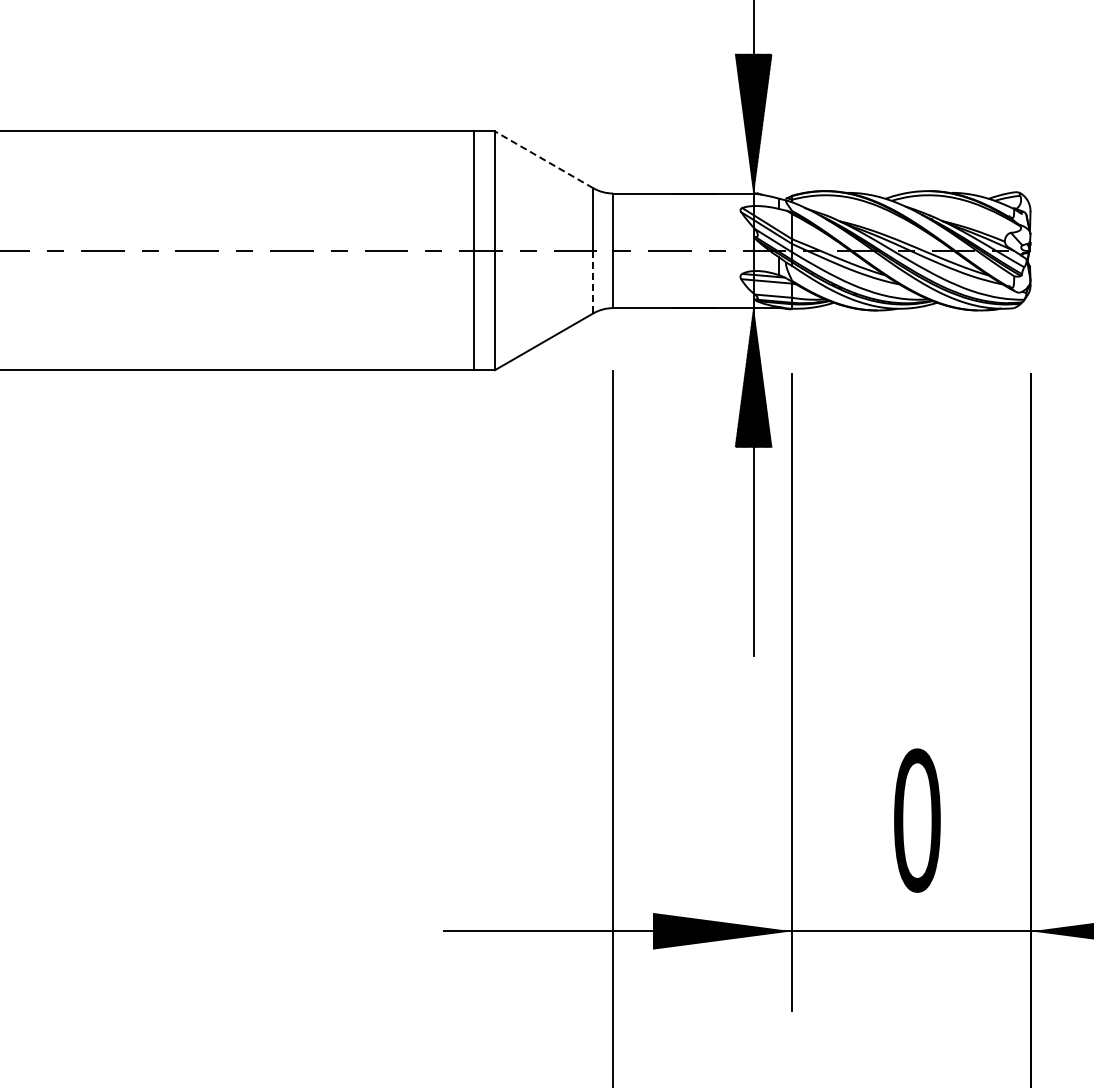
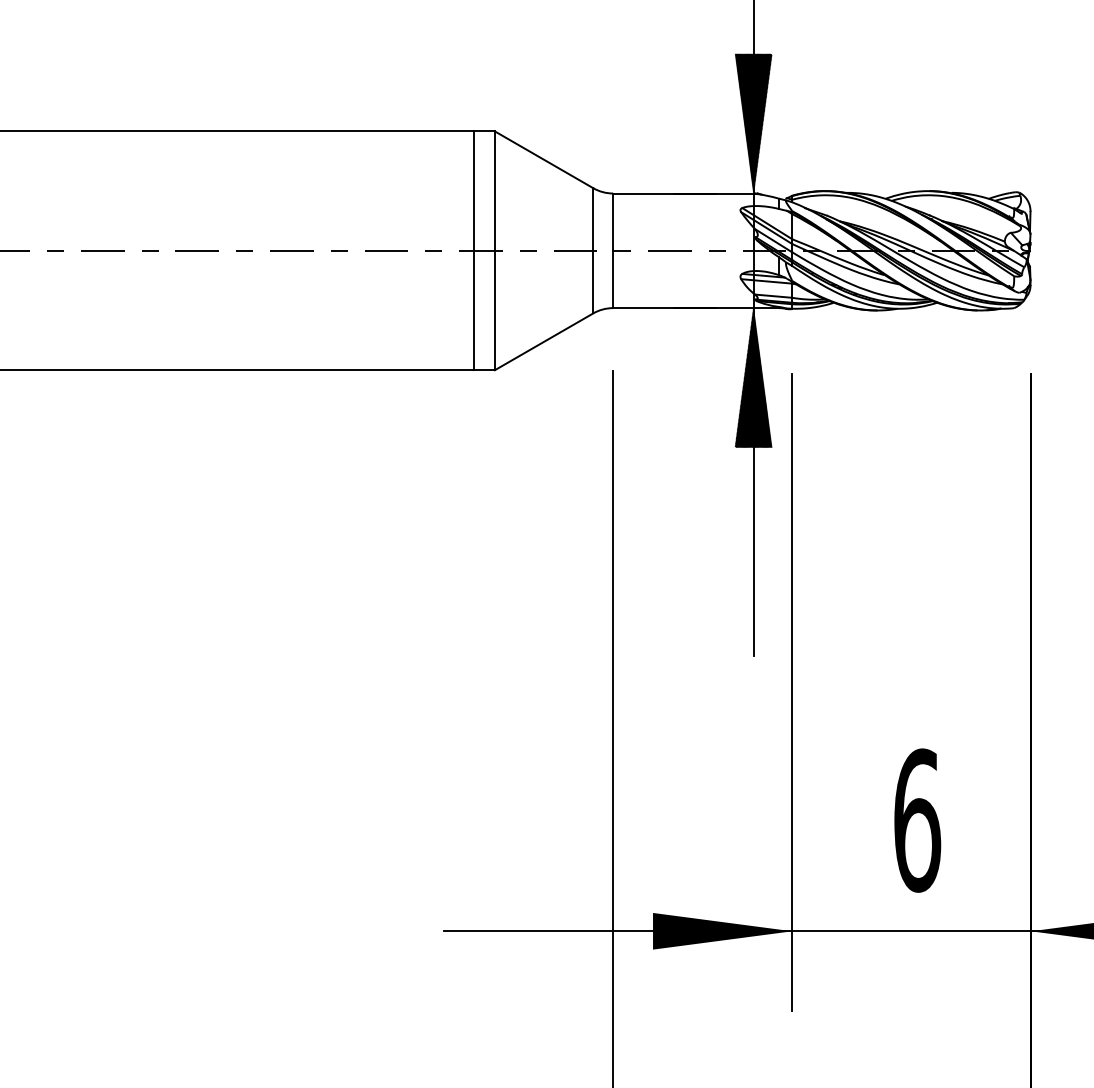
line at (544, 159): dashed -> solid
line at (593, 282): dashed -> solid
text at (917, 820): 0 -> 6
